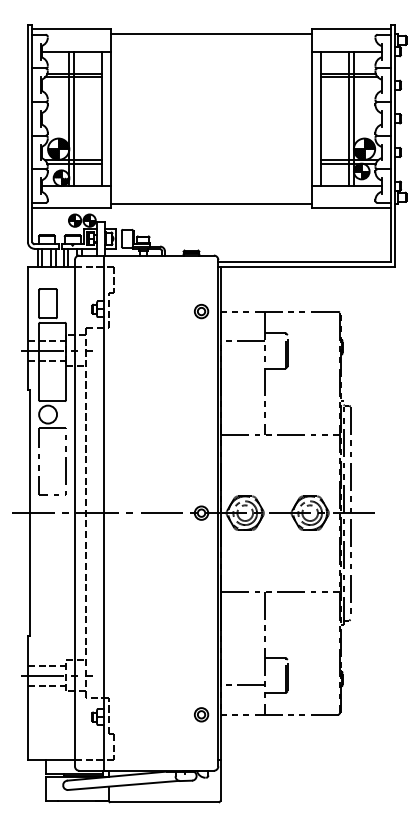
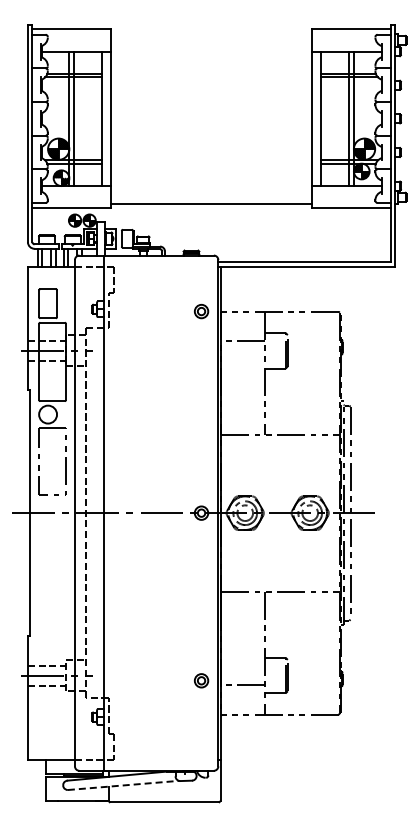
line at (211, 33): present -> none
part at (201, 714) position: (201, 714) -> (201, 680)
line at (123, 785): solid -> dashed
